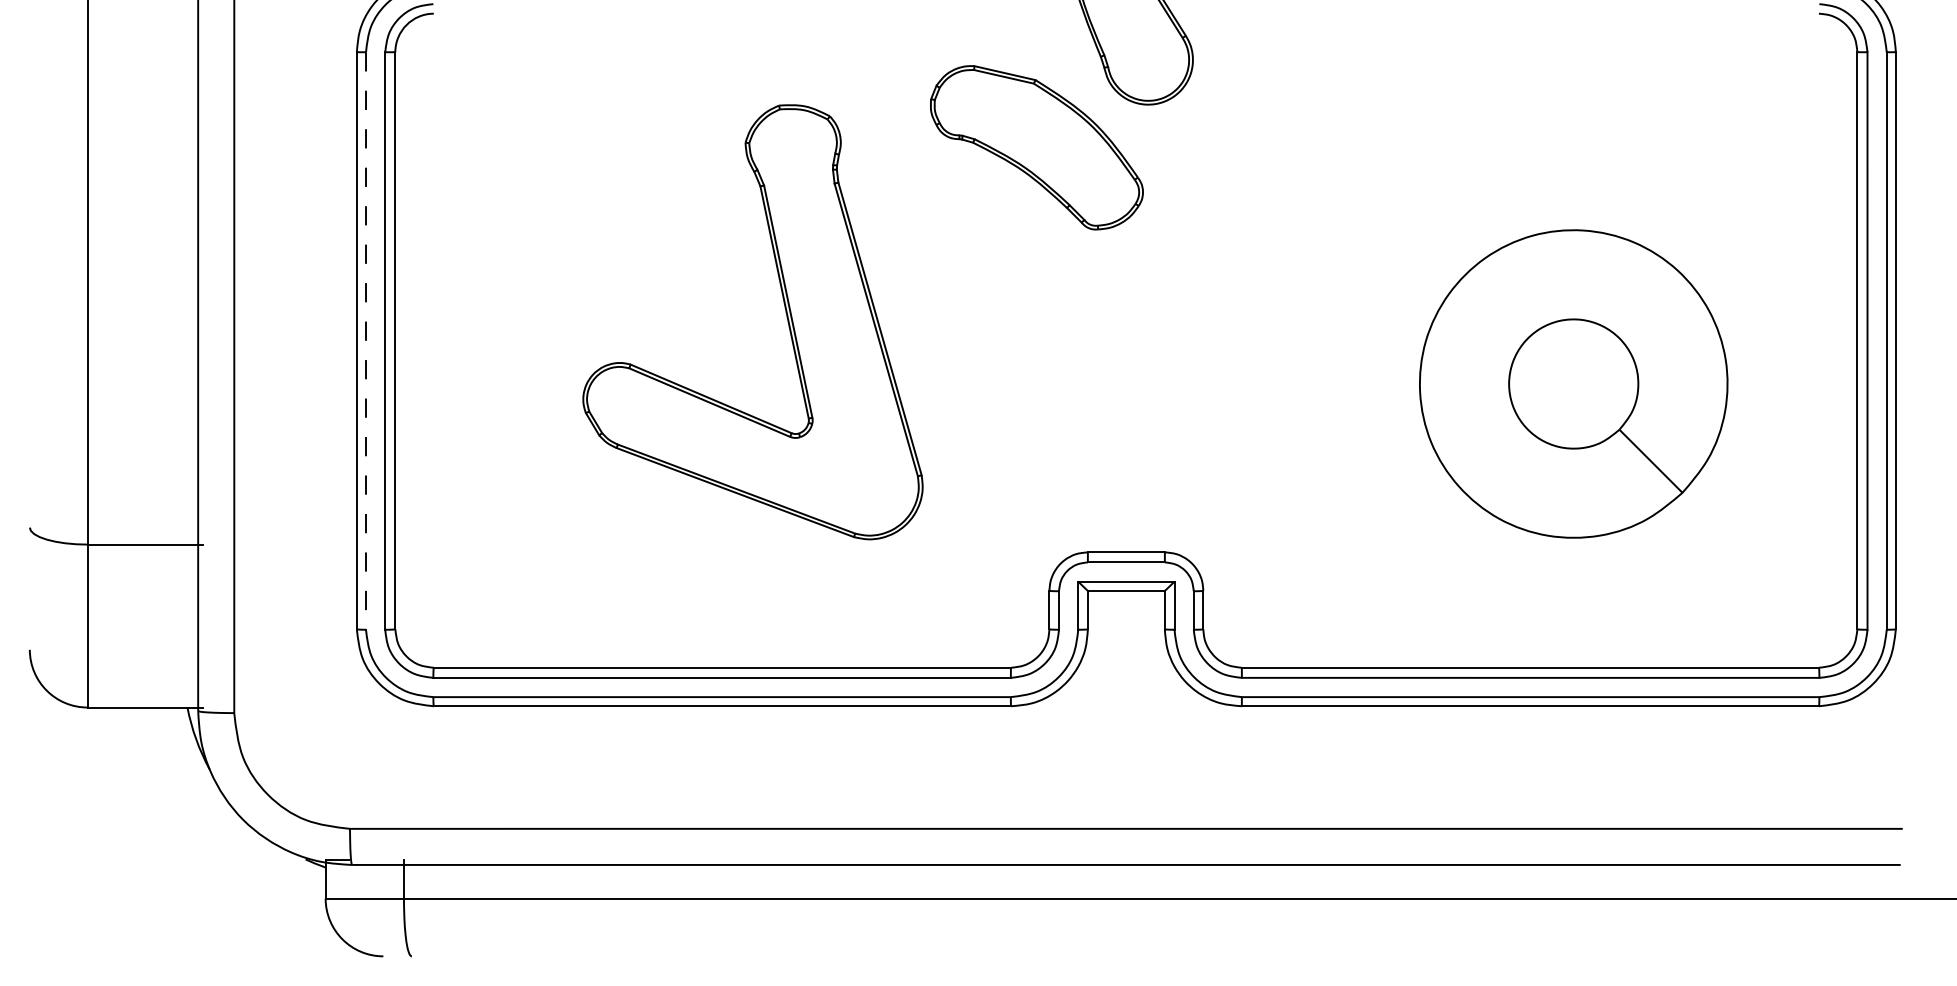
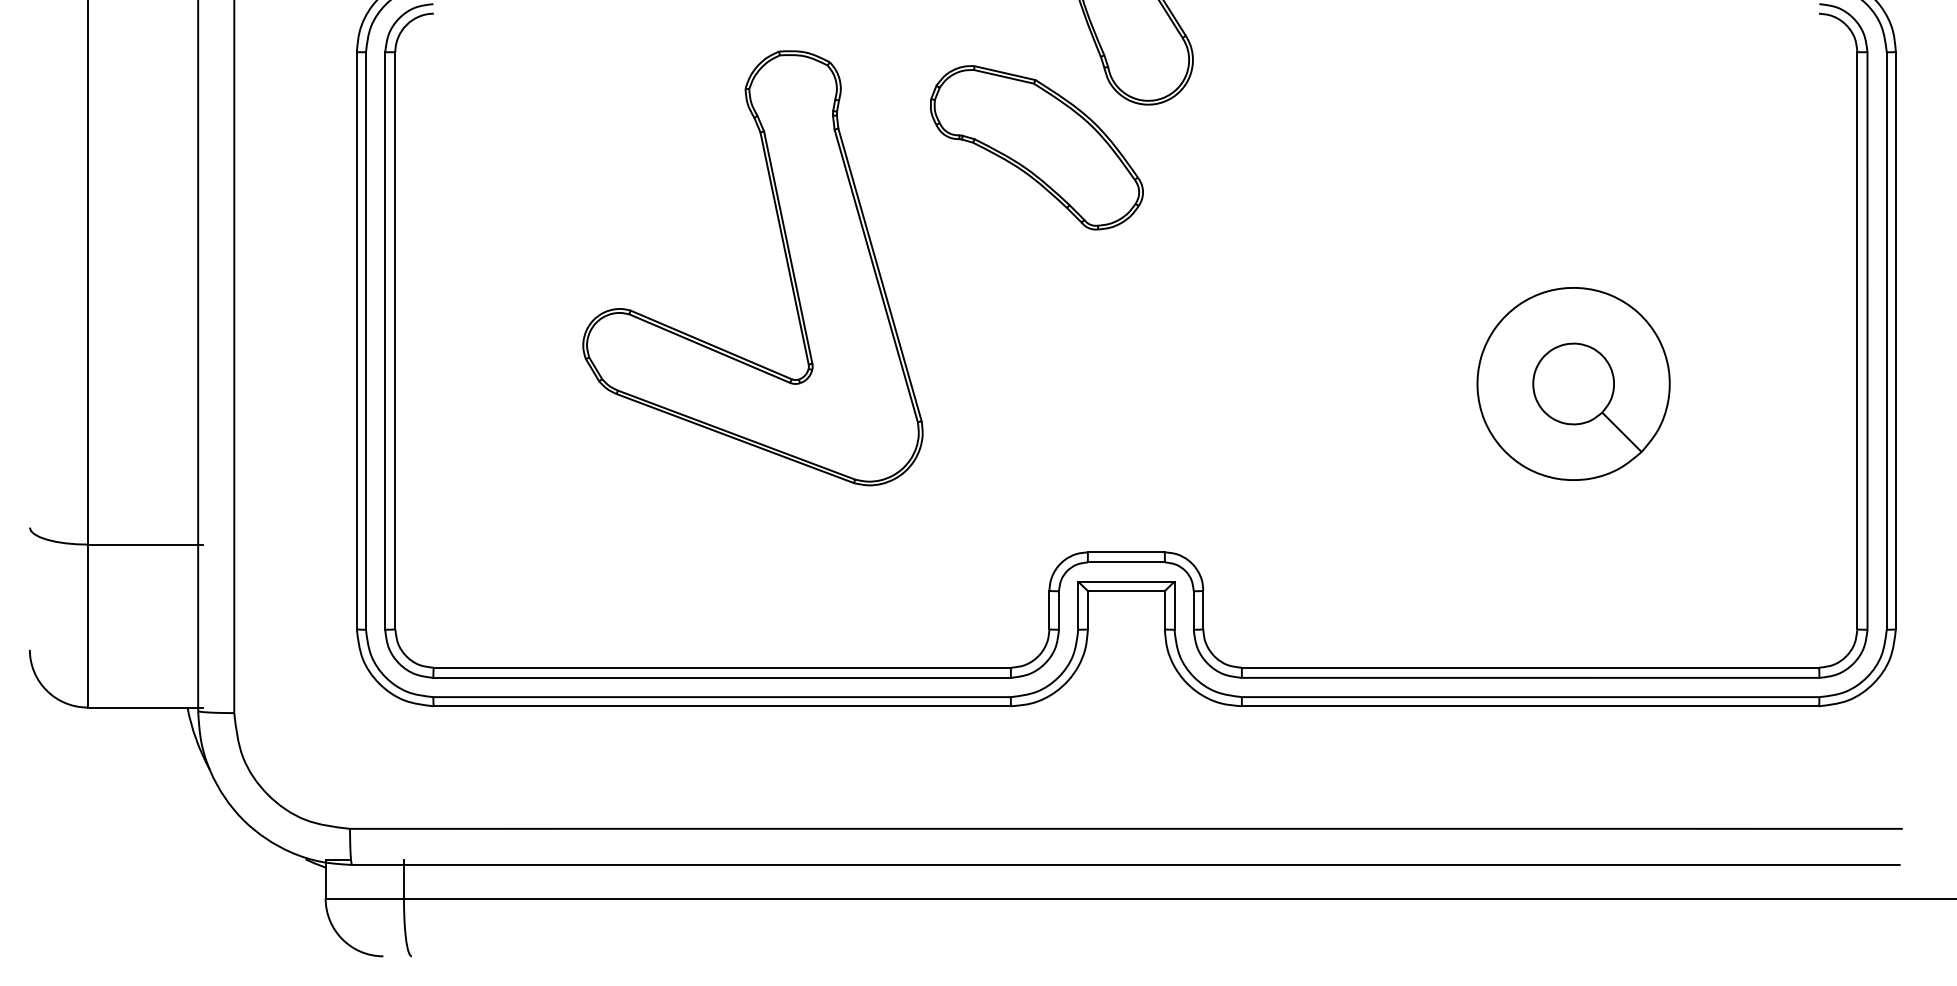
part at (786, 317) position: (786, 317) -> (786, 263)
line at (366, 341): dashed -> solid
part at (1573, 383) size: 310x310 px -> 195x194 px
